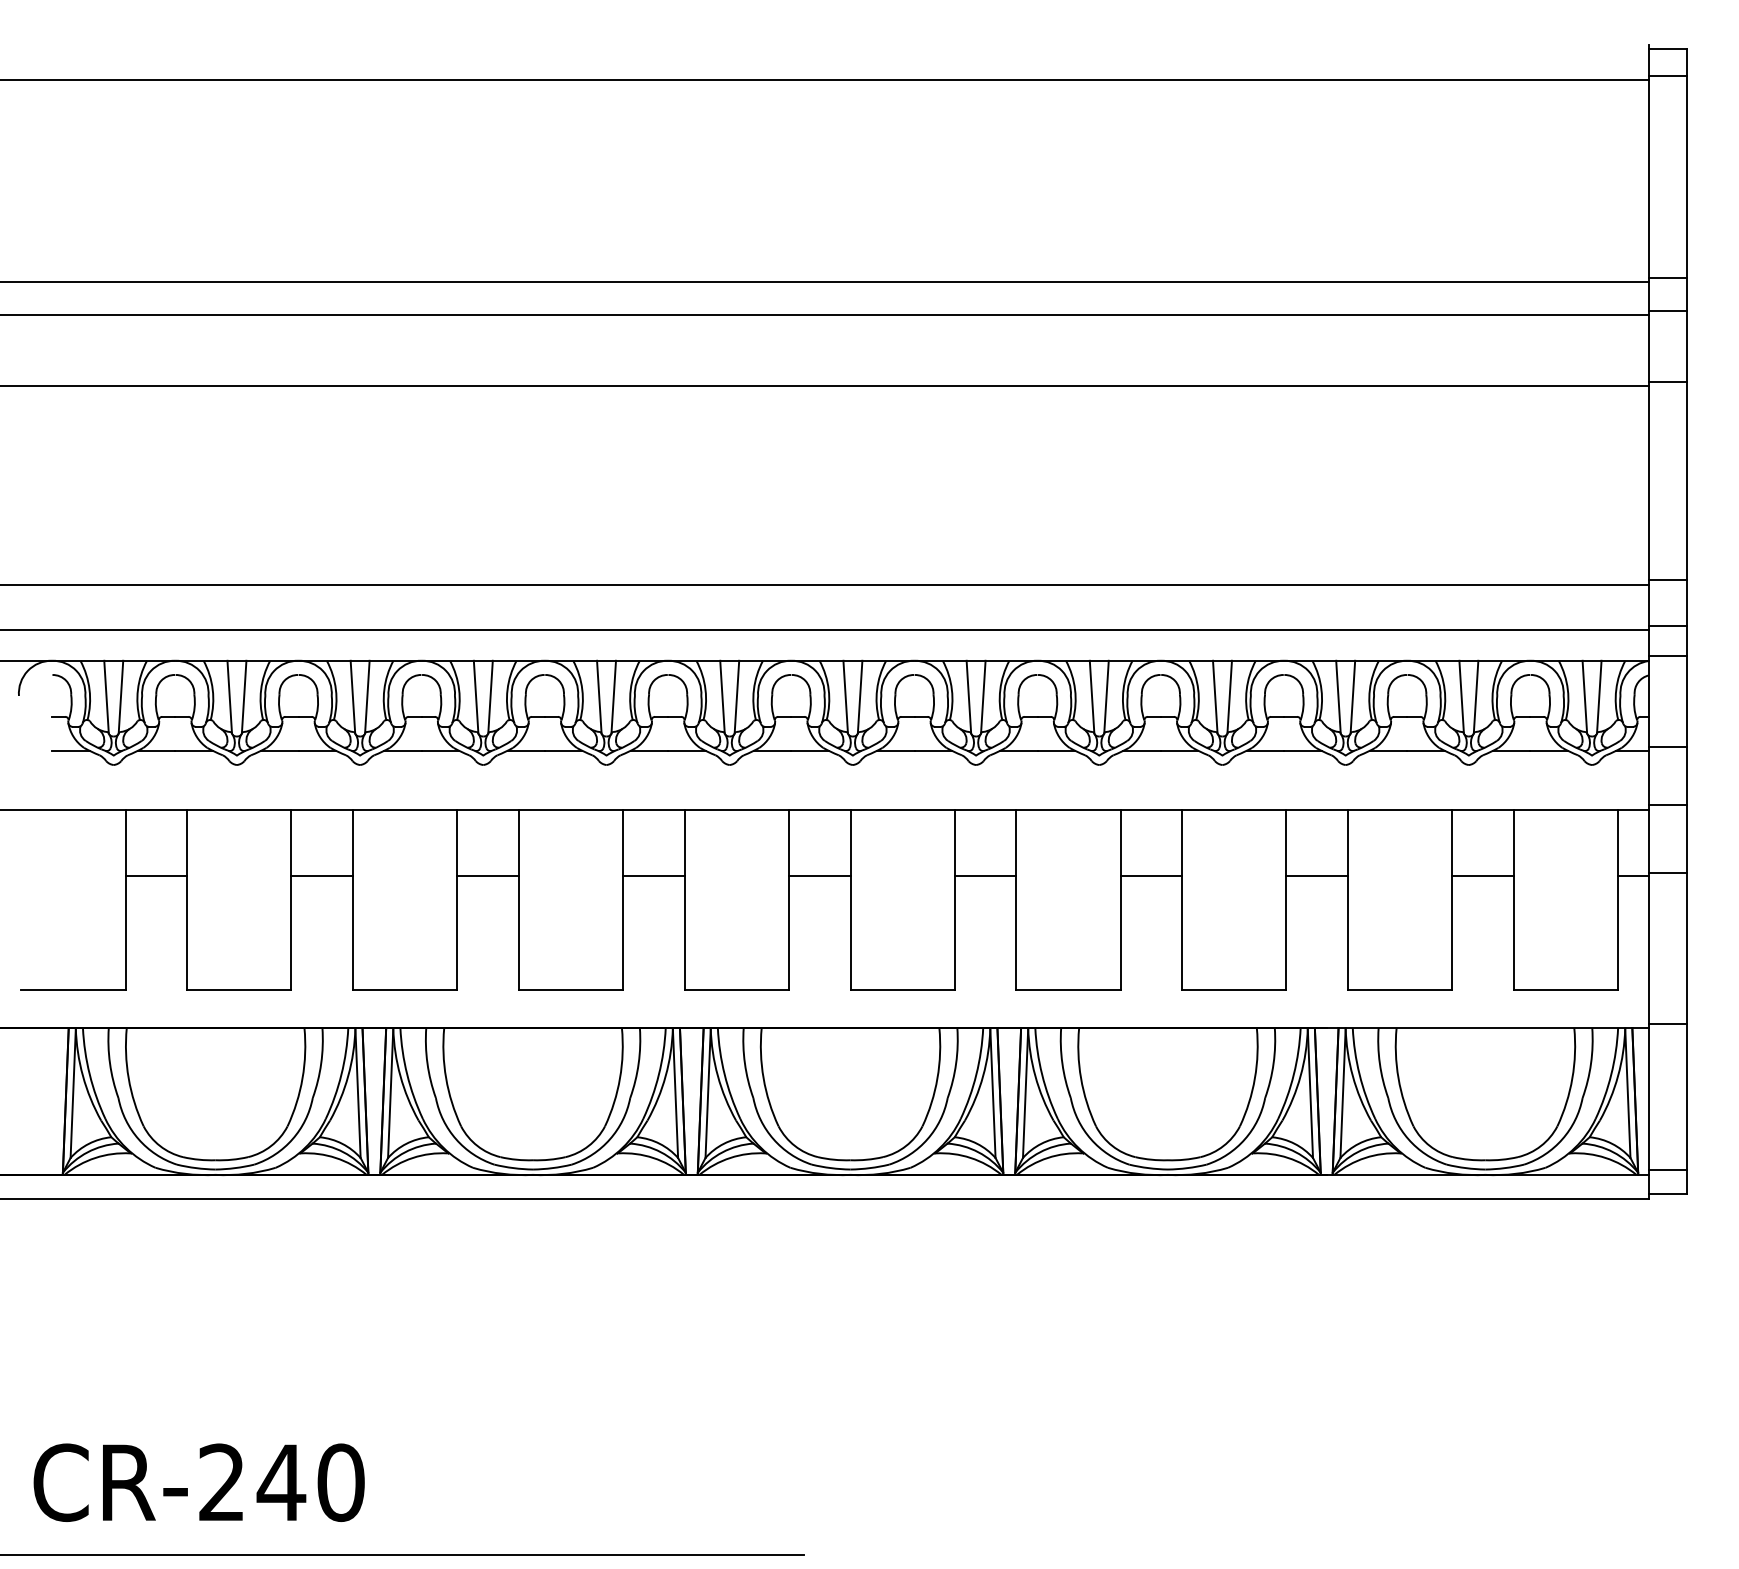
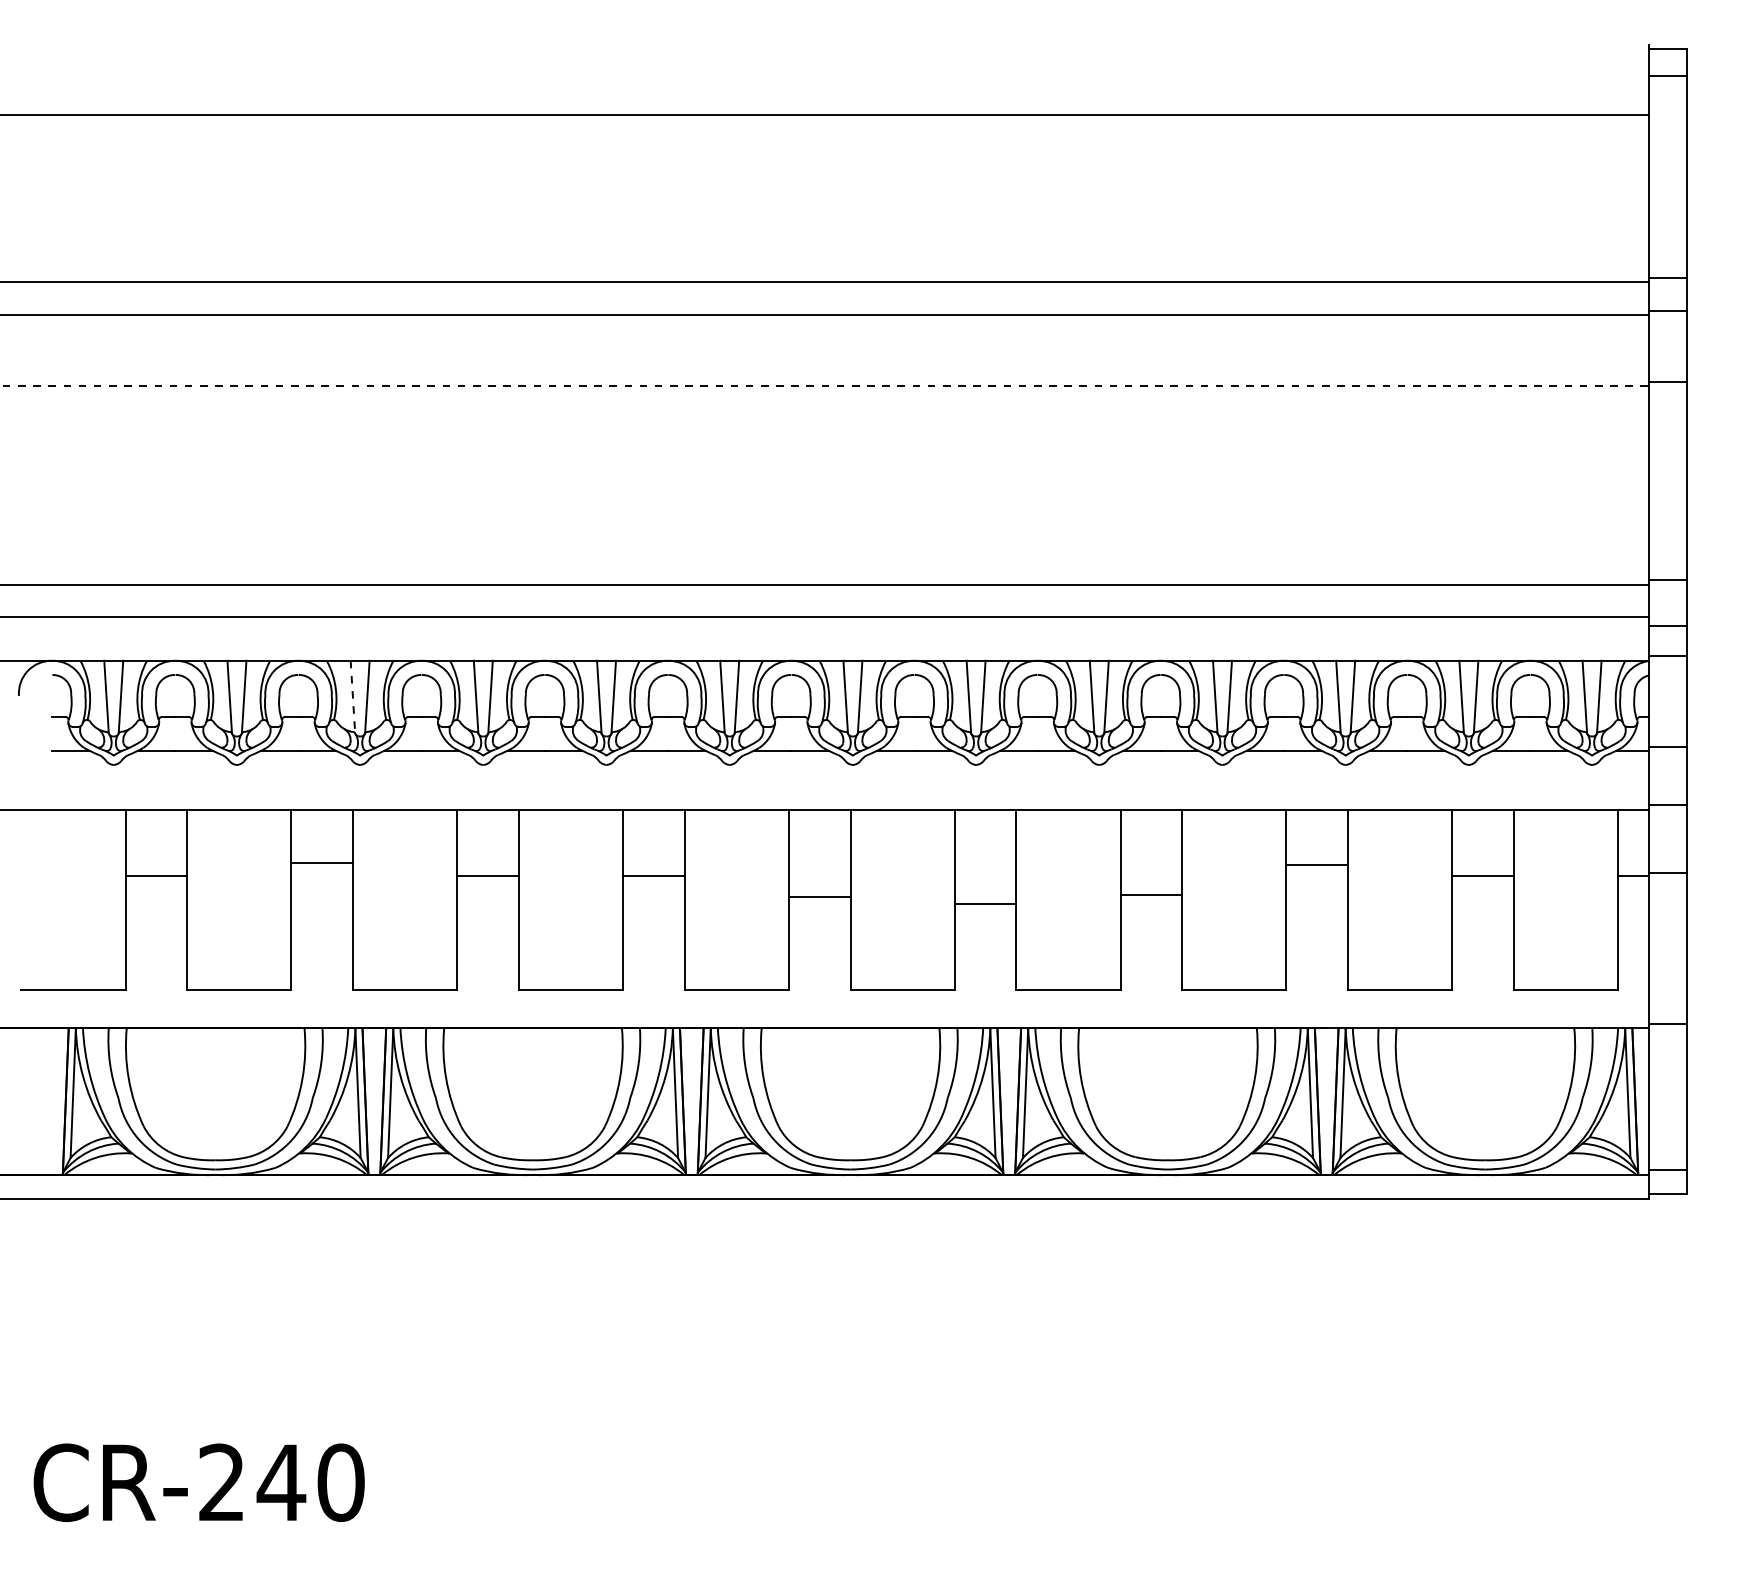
line at (825, 80) position: (825, 80) -> (825, 115)
line at (825, 385): solid -> dashed
line at (825, 629) position: (825, 629) -> (825, 616)
line at (352, 697): solid -> dashed
line at (322, 876) position: (322, 876) -> (322, 863)
line at (819, 876) position: (819, 876) -> (819, 897)
line at (985, 876) position: (985, 876) -> (985, 904)
line at (1151, 876) position: (1151, 876) -> (1151, 895)
line at (1317, 876) position: (1317, 876) -> (1317, 865)
line at (402, 1555): present -> none
